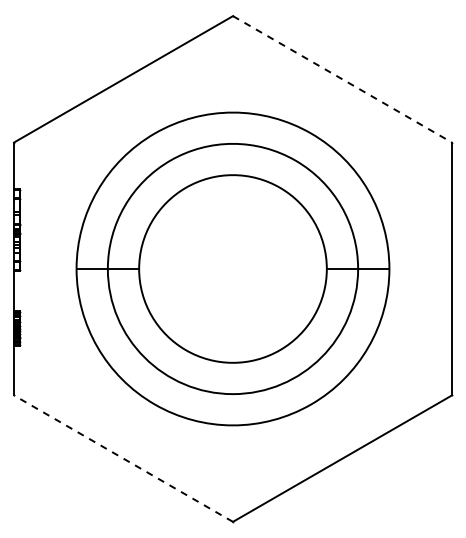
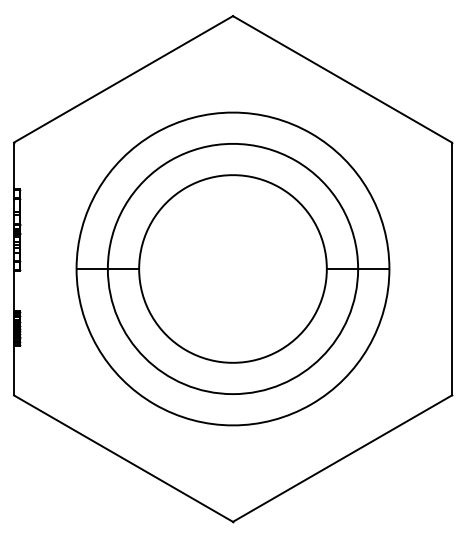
line at (342, 79): dashed -> solid
line at (123, 458): dashed -> solid
